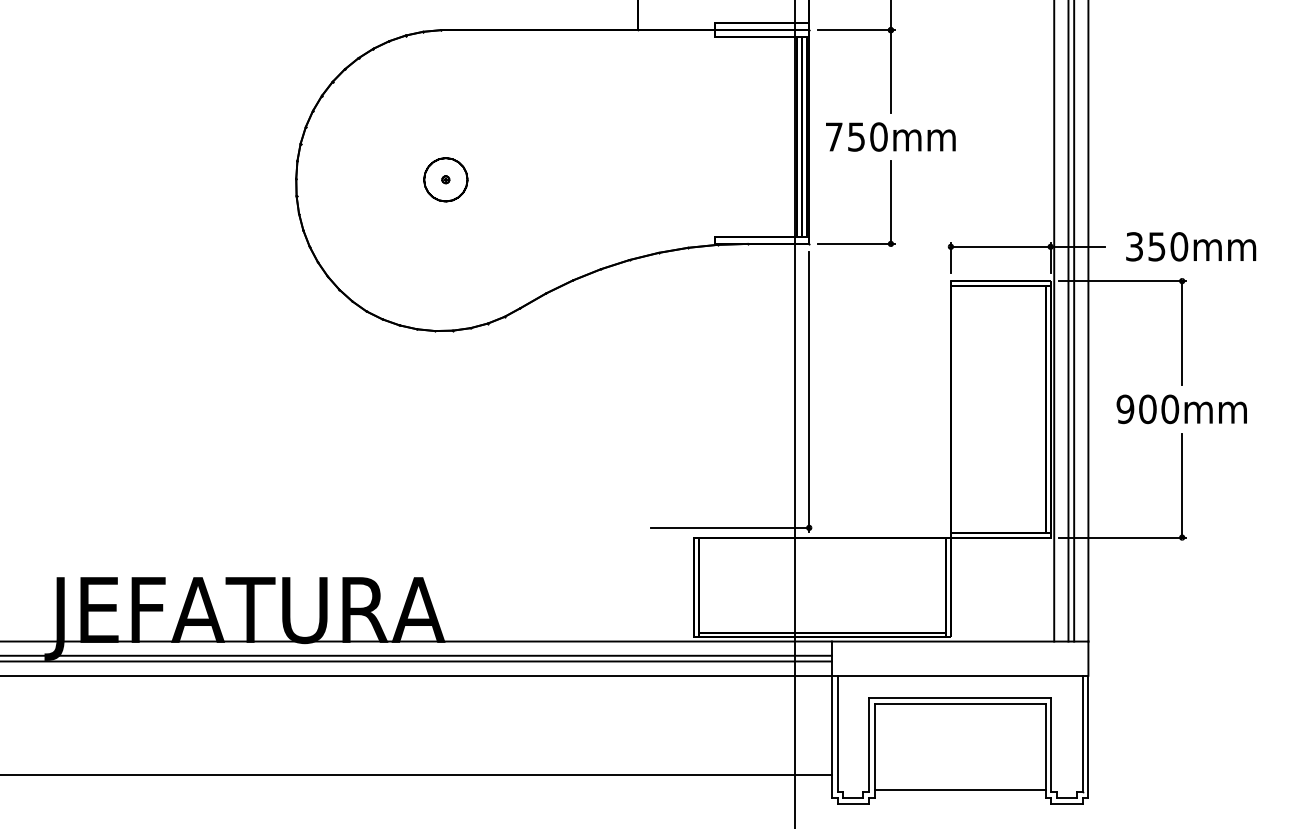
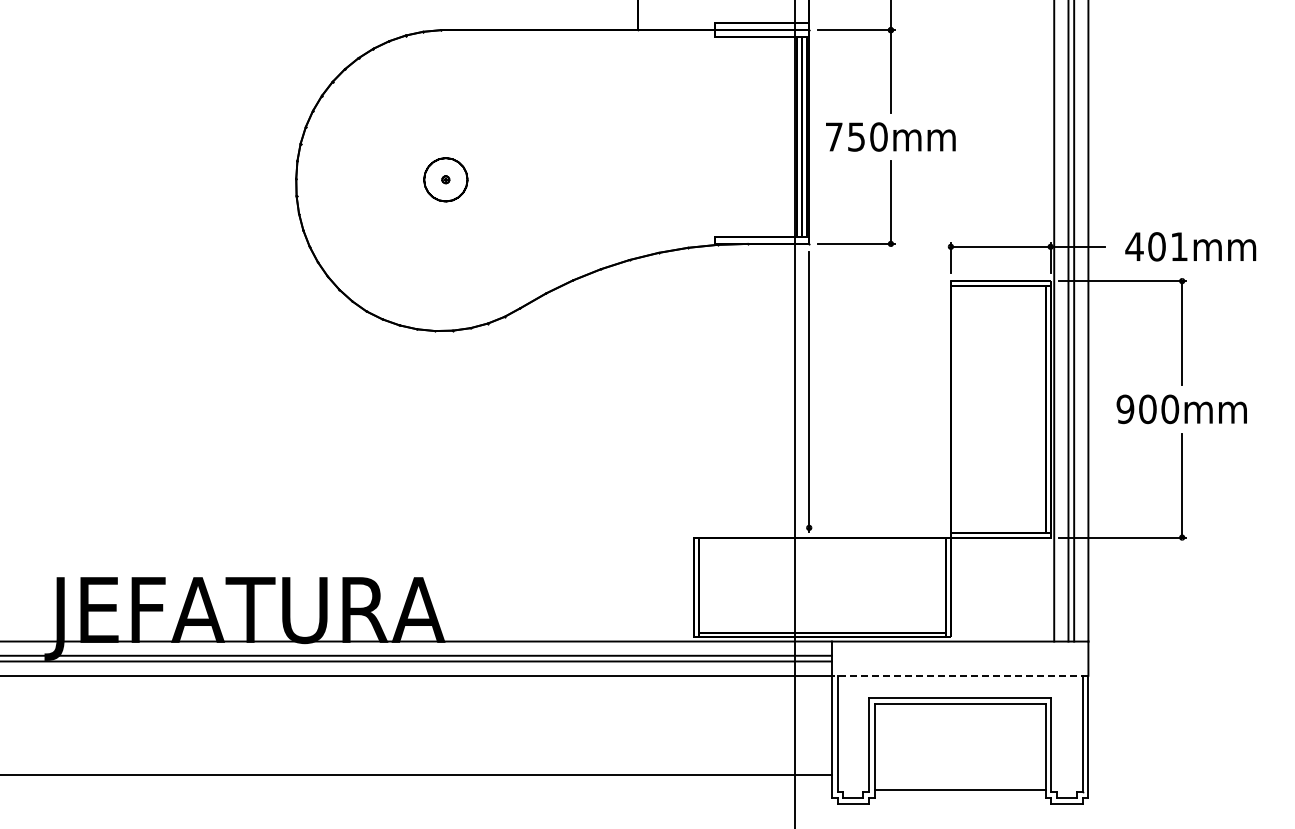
text at (1156, 246): 350mm -> 401mm
line at (729, 527): present -> none
line at (959, 675): solid -> dashed
